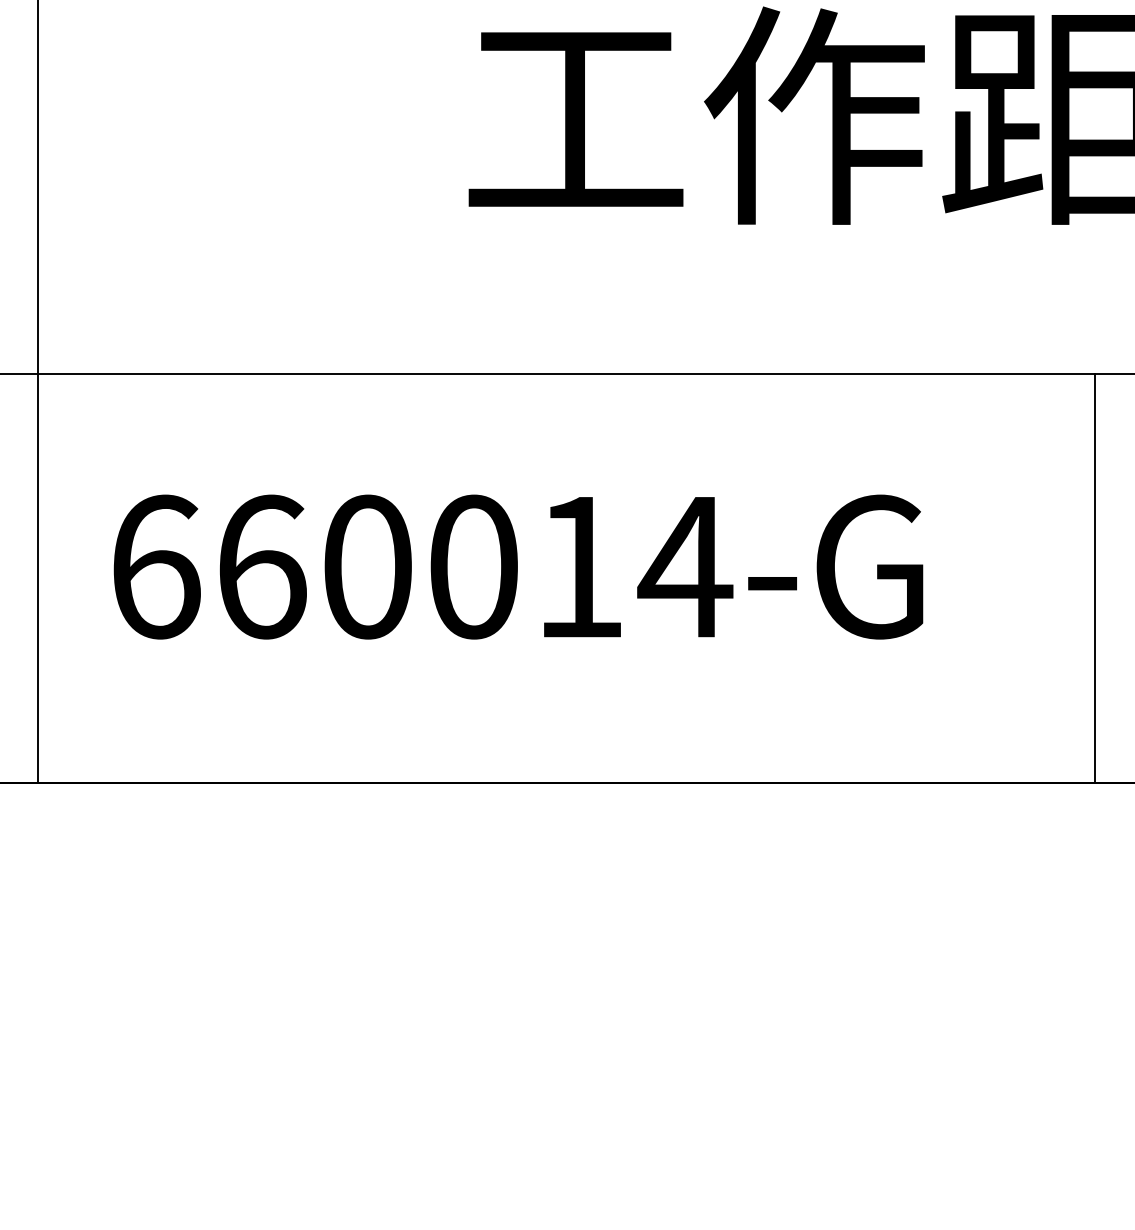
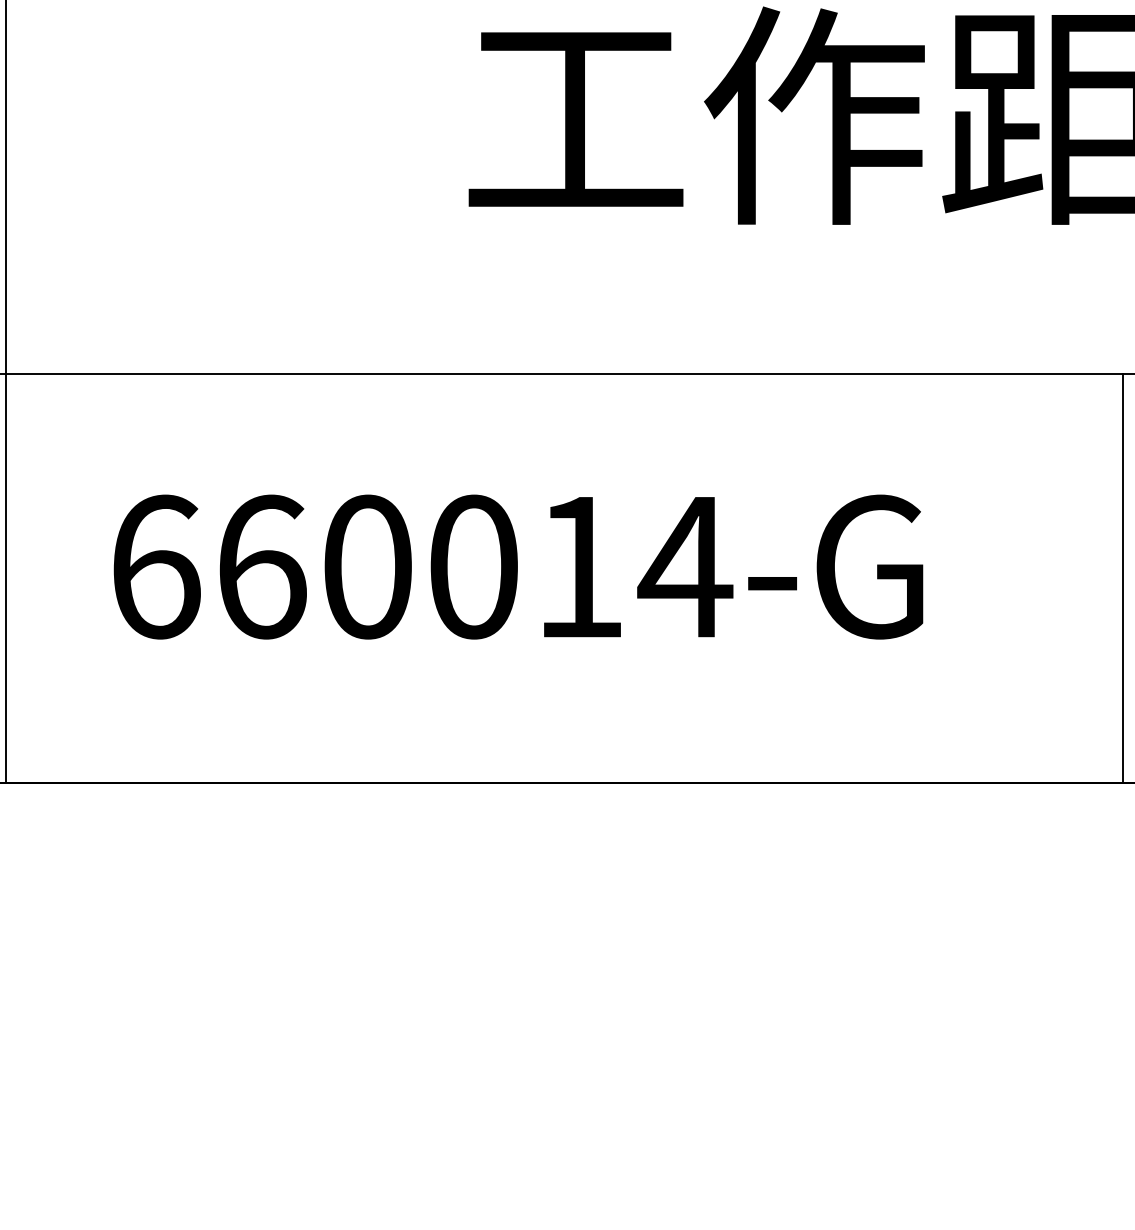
line at (38, 392) position: (38, 392) -> (6, 392)
line at (1095, 577) position: (1095, 577) -> (1123, 577)
